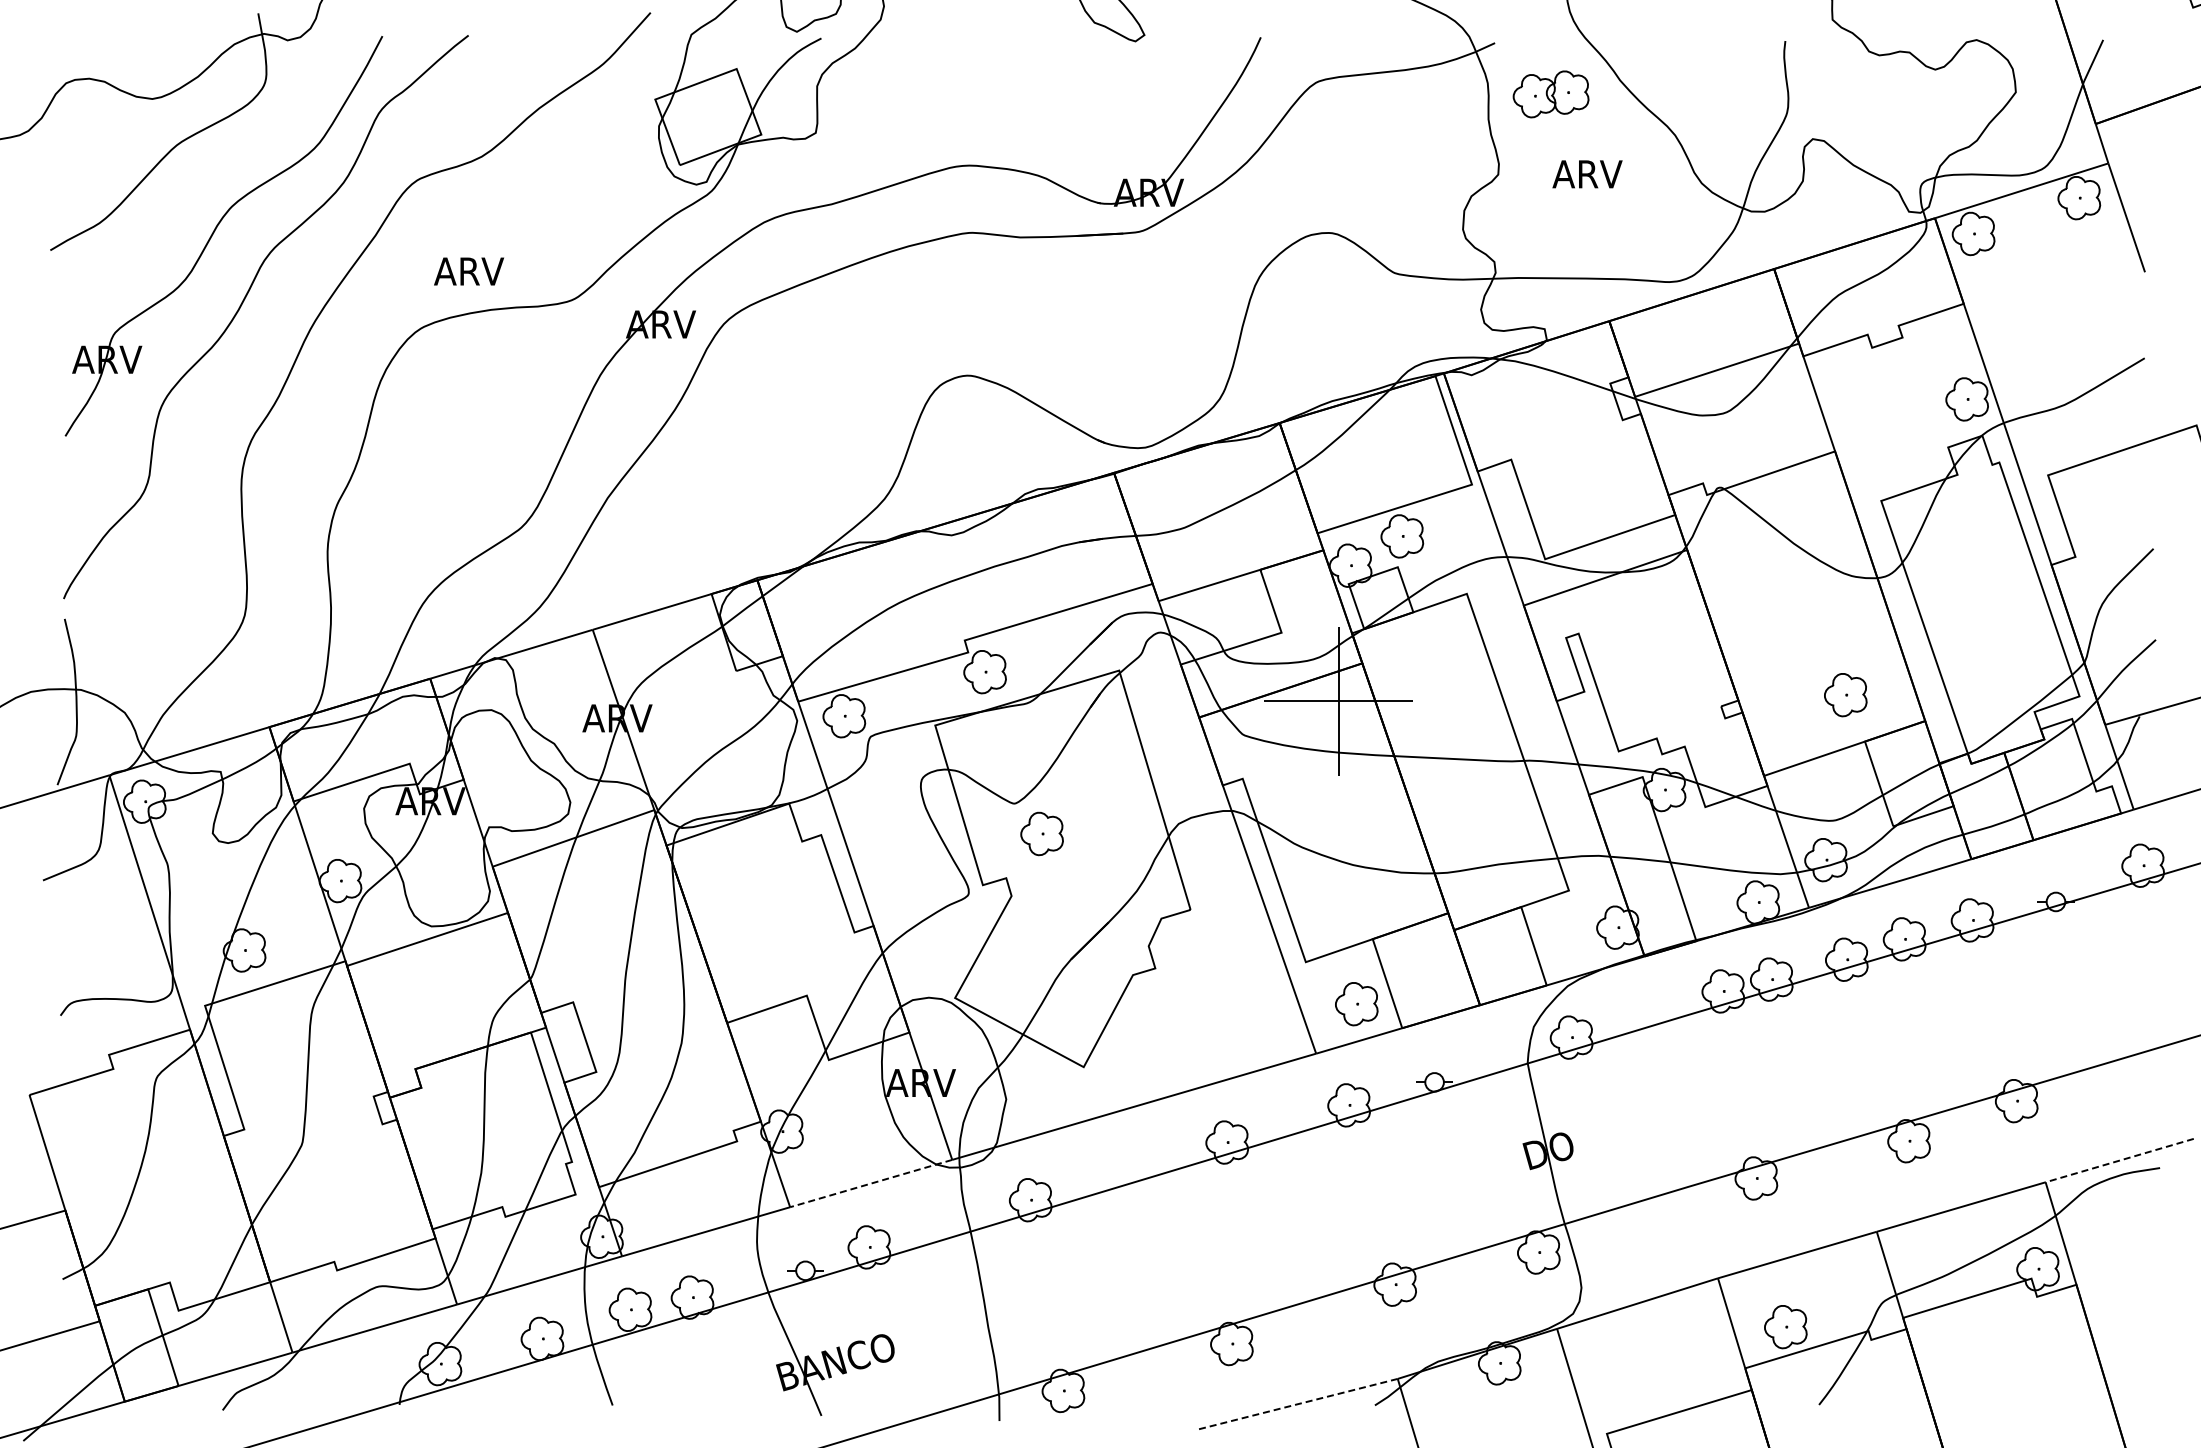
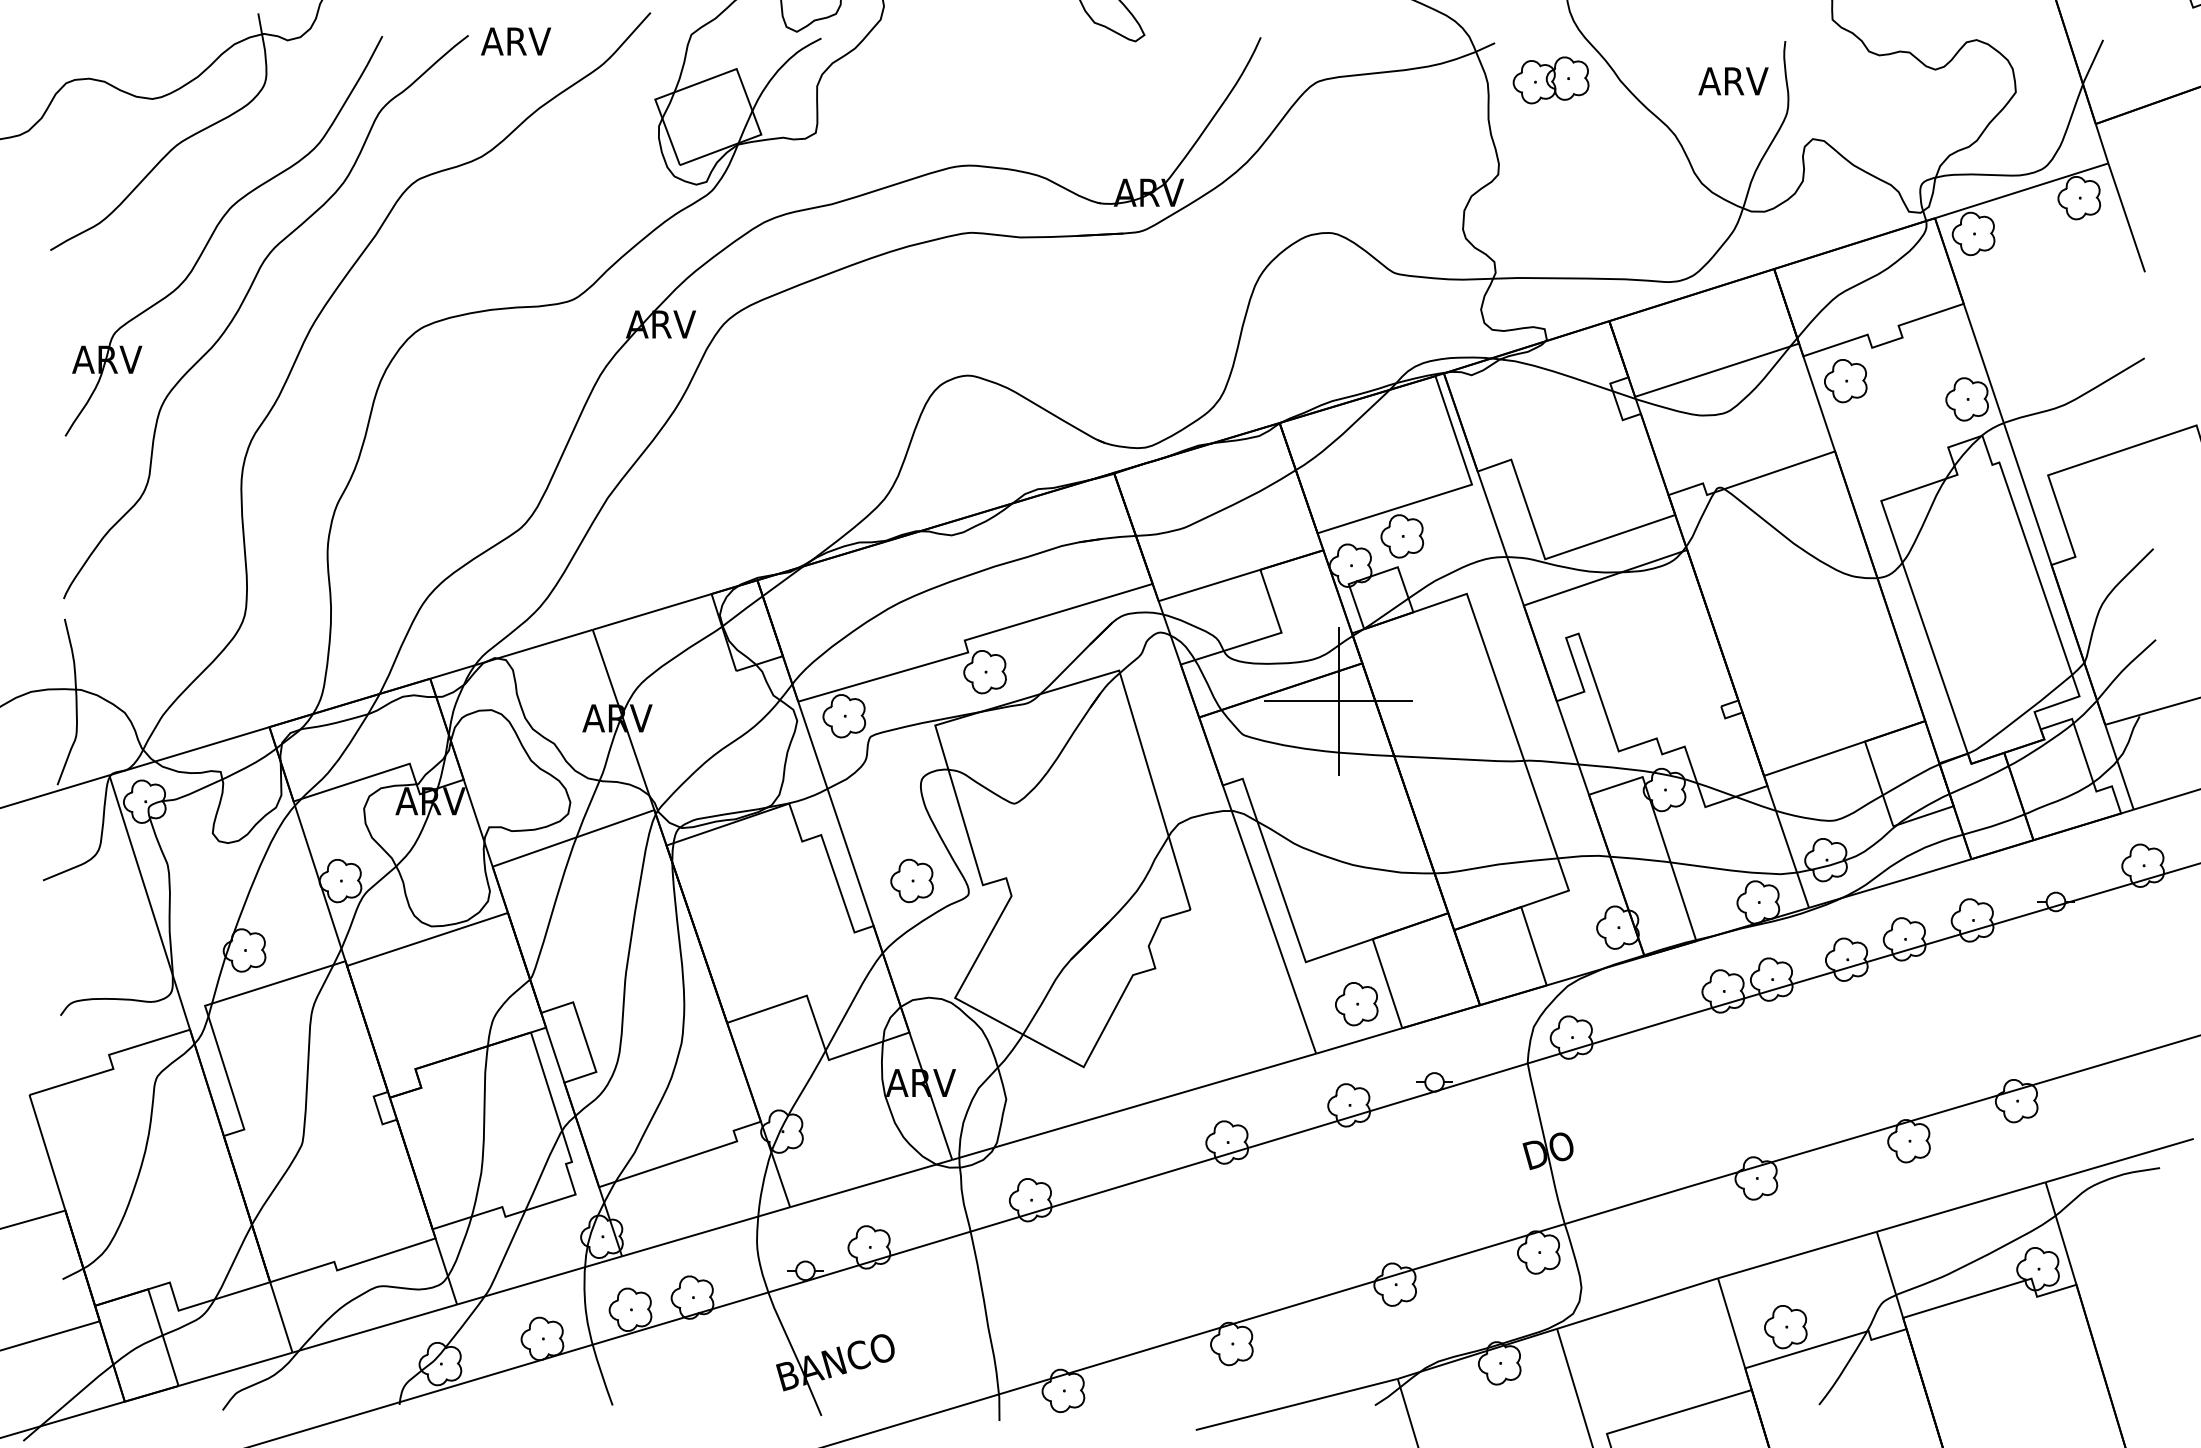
part at (1550, 94) position: (1550, 94) -> (1550, 80)
text at (1587, 174) position: (1587, 174) -> (1733, 81)
text at (468, 271) position: (468, 271) -> (515, 41)
part at (1845, 695) position: (1845, 695) -> (1845, 381)
part at (1041, 833) position: (1041, 833) -> (911, 880)
line at (2119, 1160): dashed -> solid
line at (870, 1183): dashed -> solid
line at (1296, 1404): dashed -> solid
